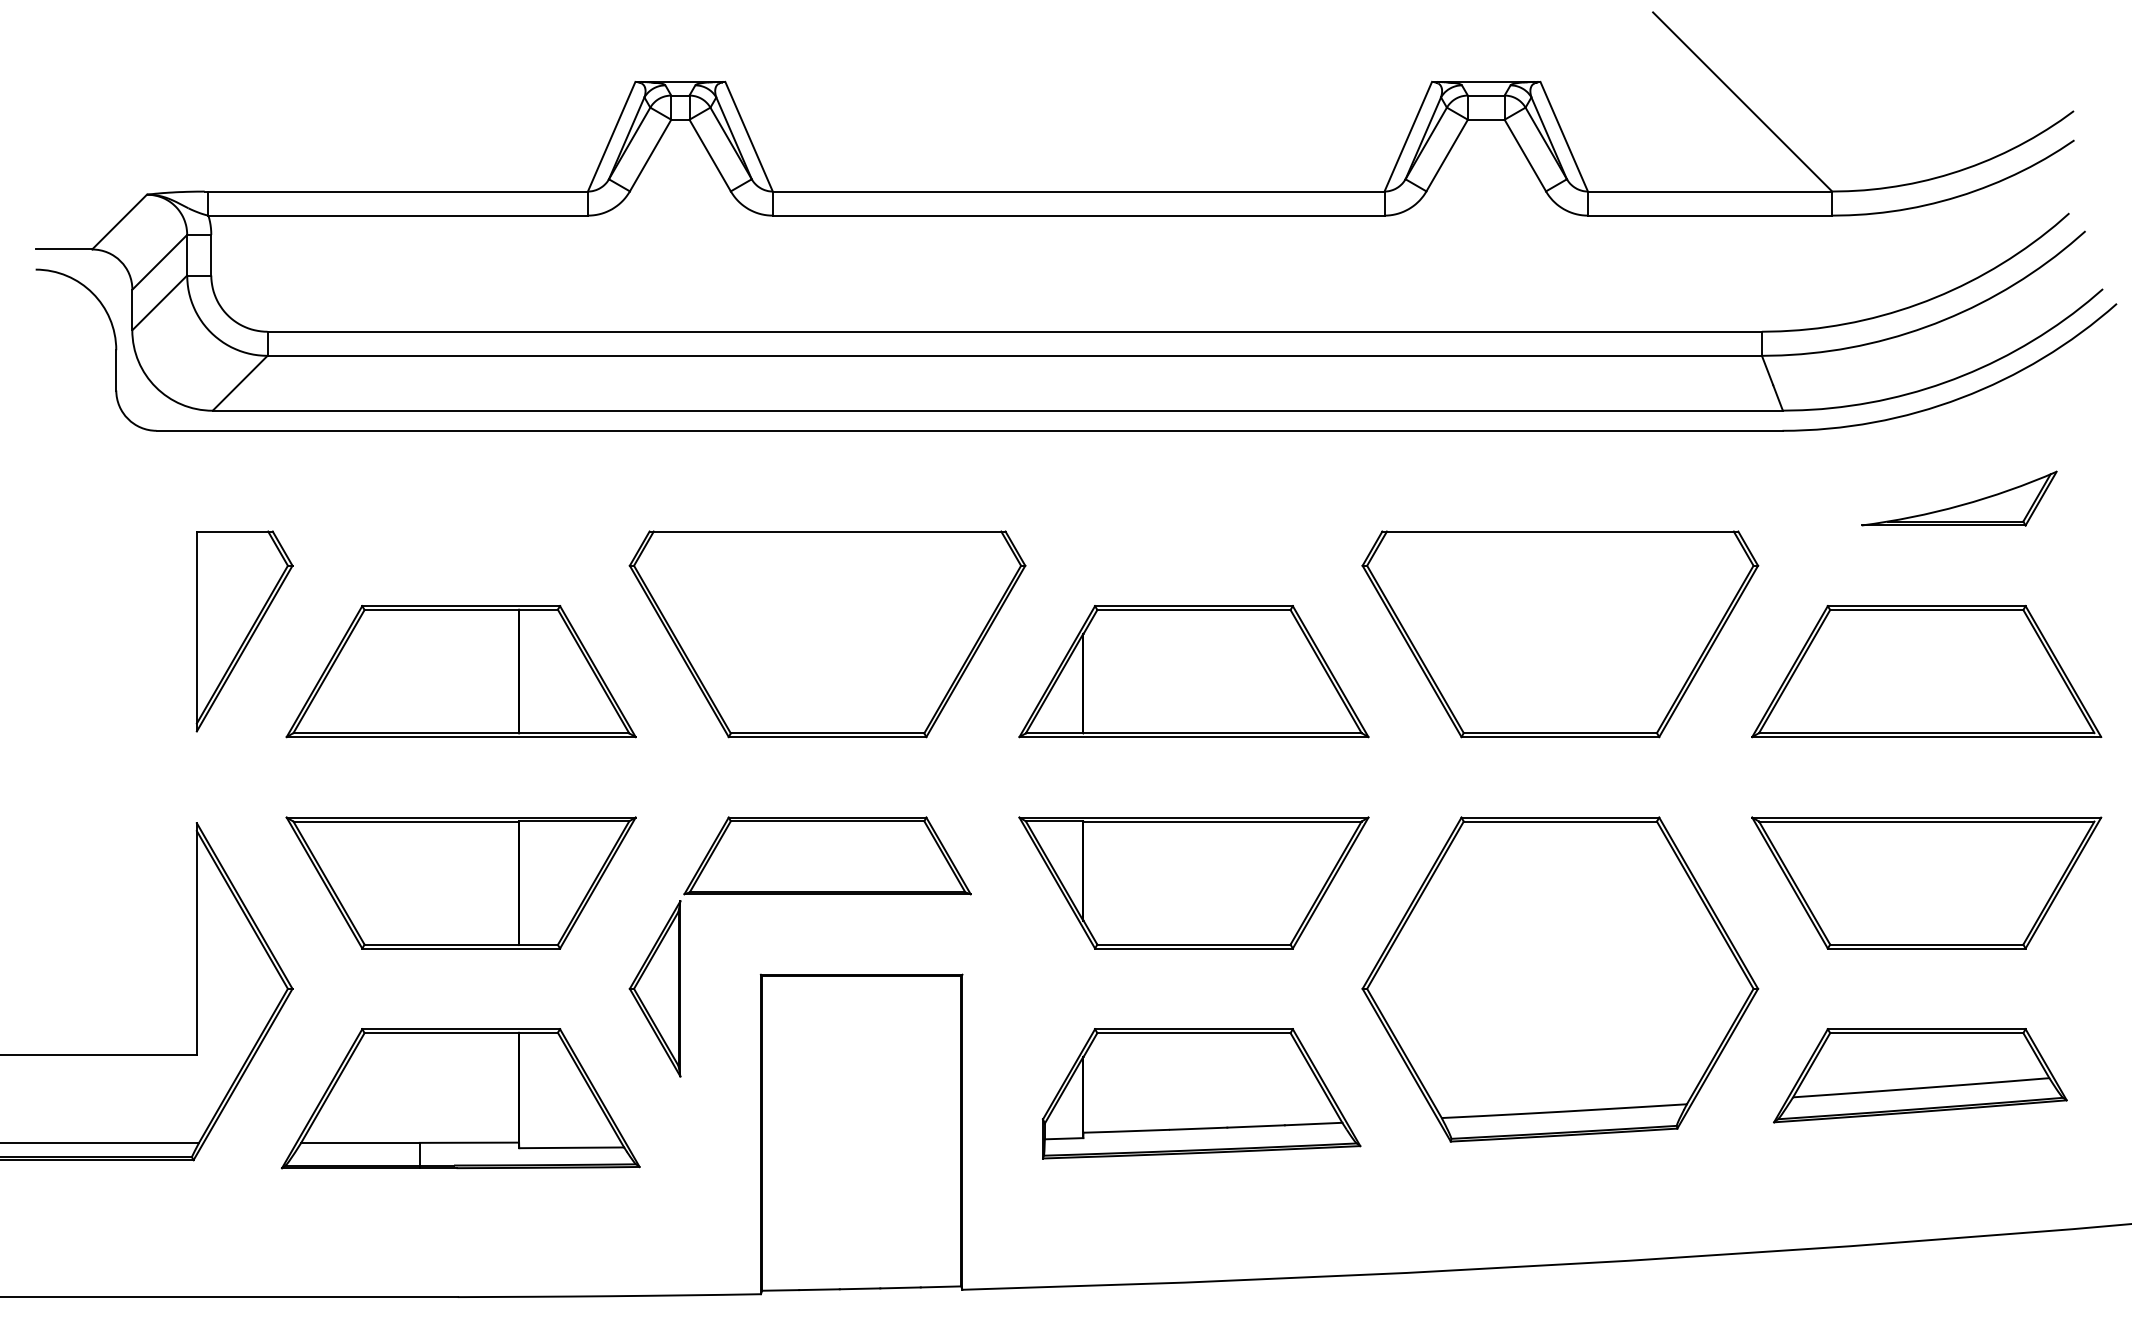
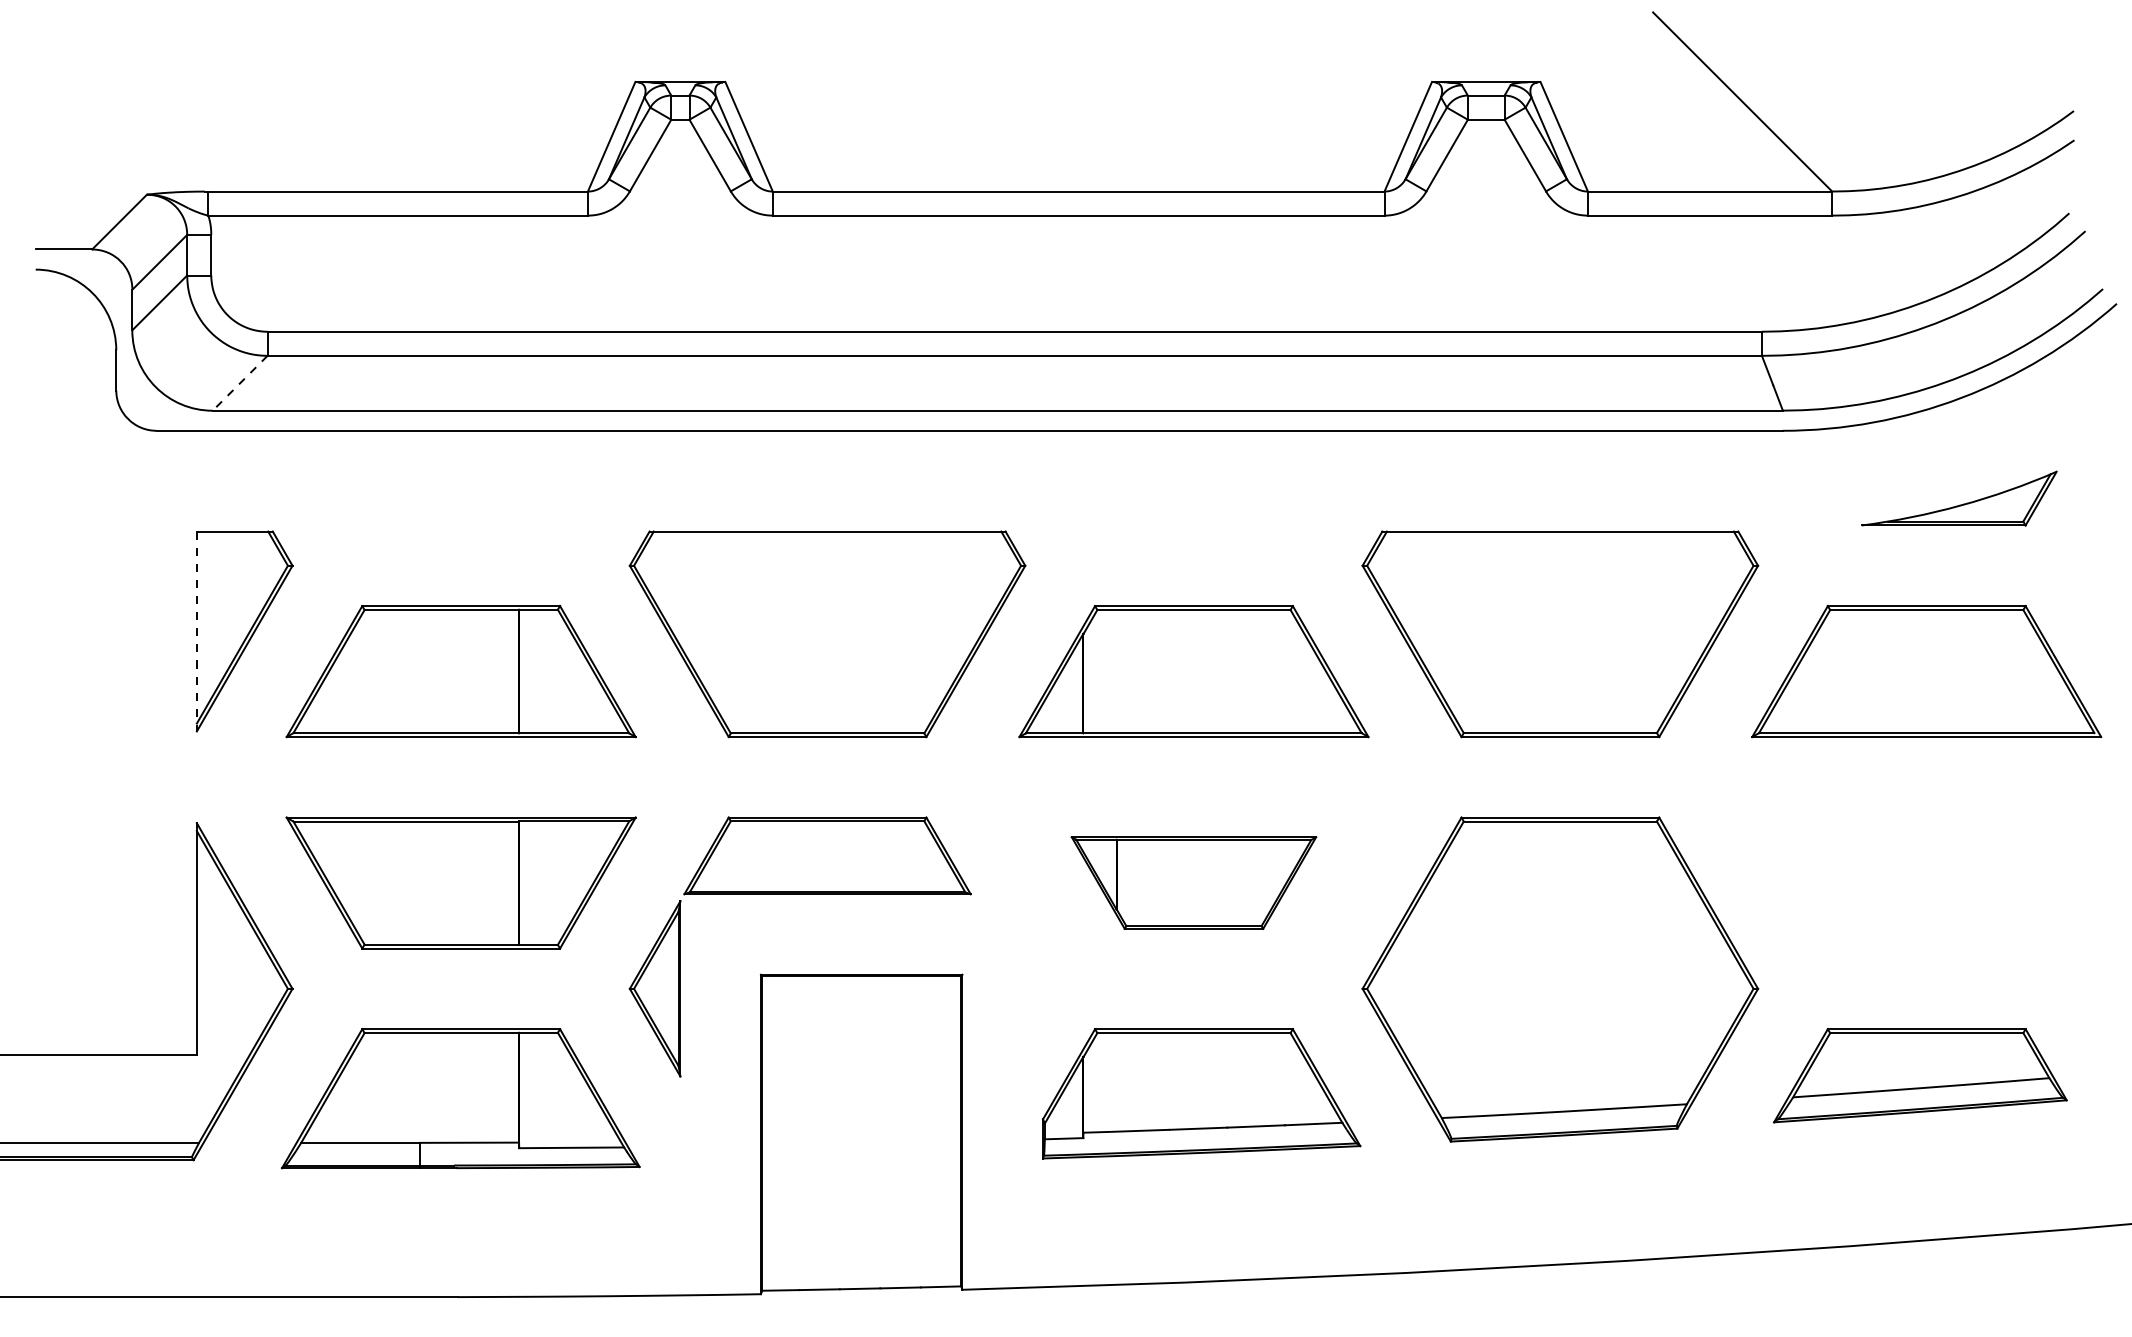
line at (240, 383): solid -> dashed
line at (196, 631): solid -> dashed
part at (1193, 882) size: 352x134 px -> 248x94 px
part at (1926, 882): present -> none
